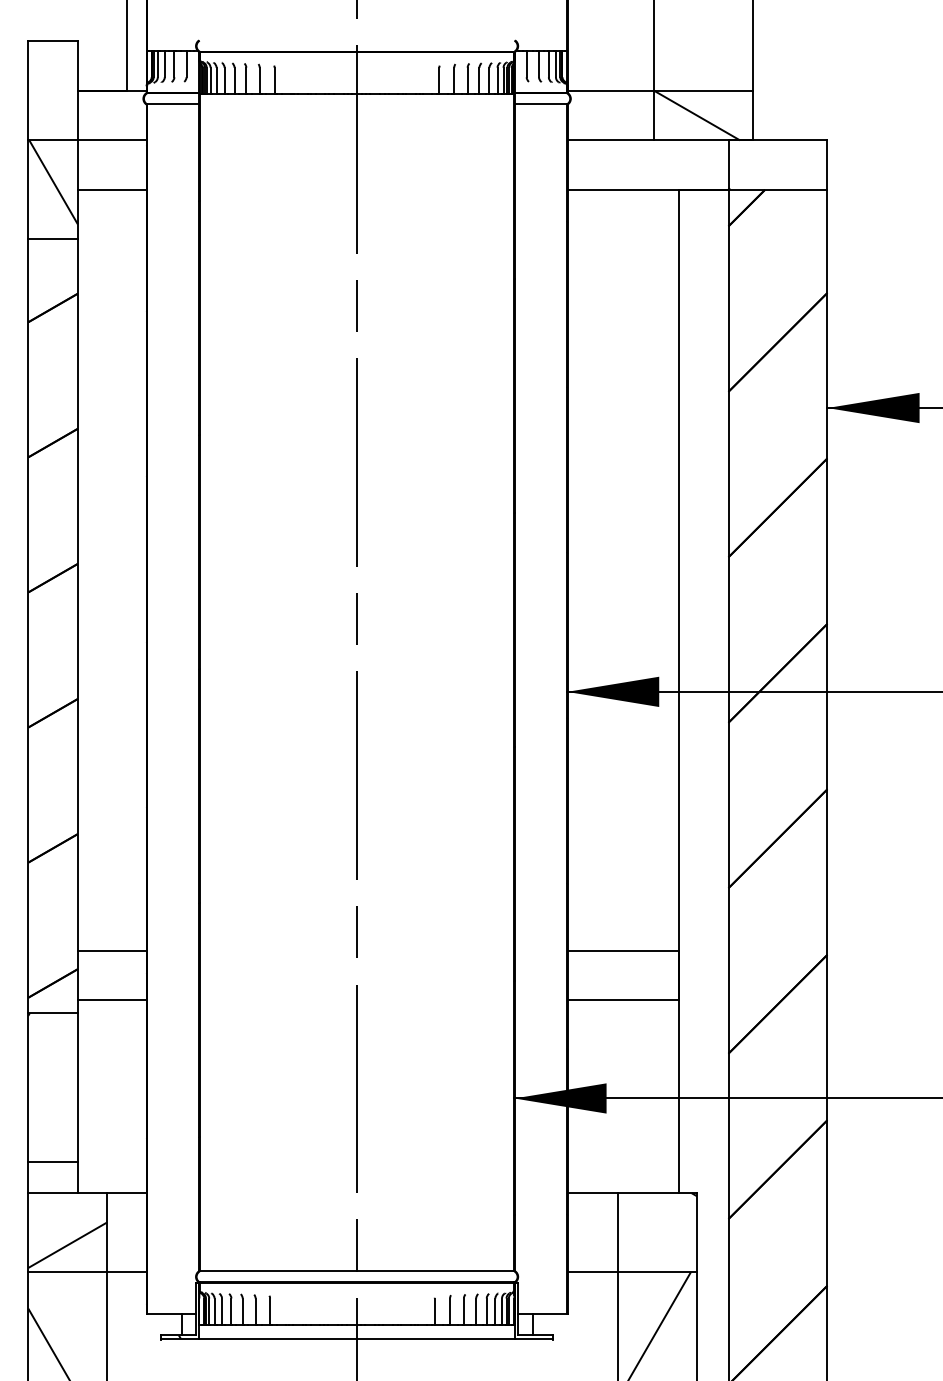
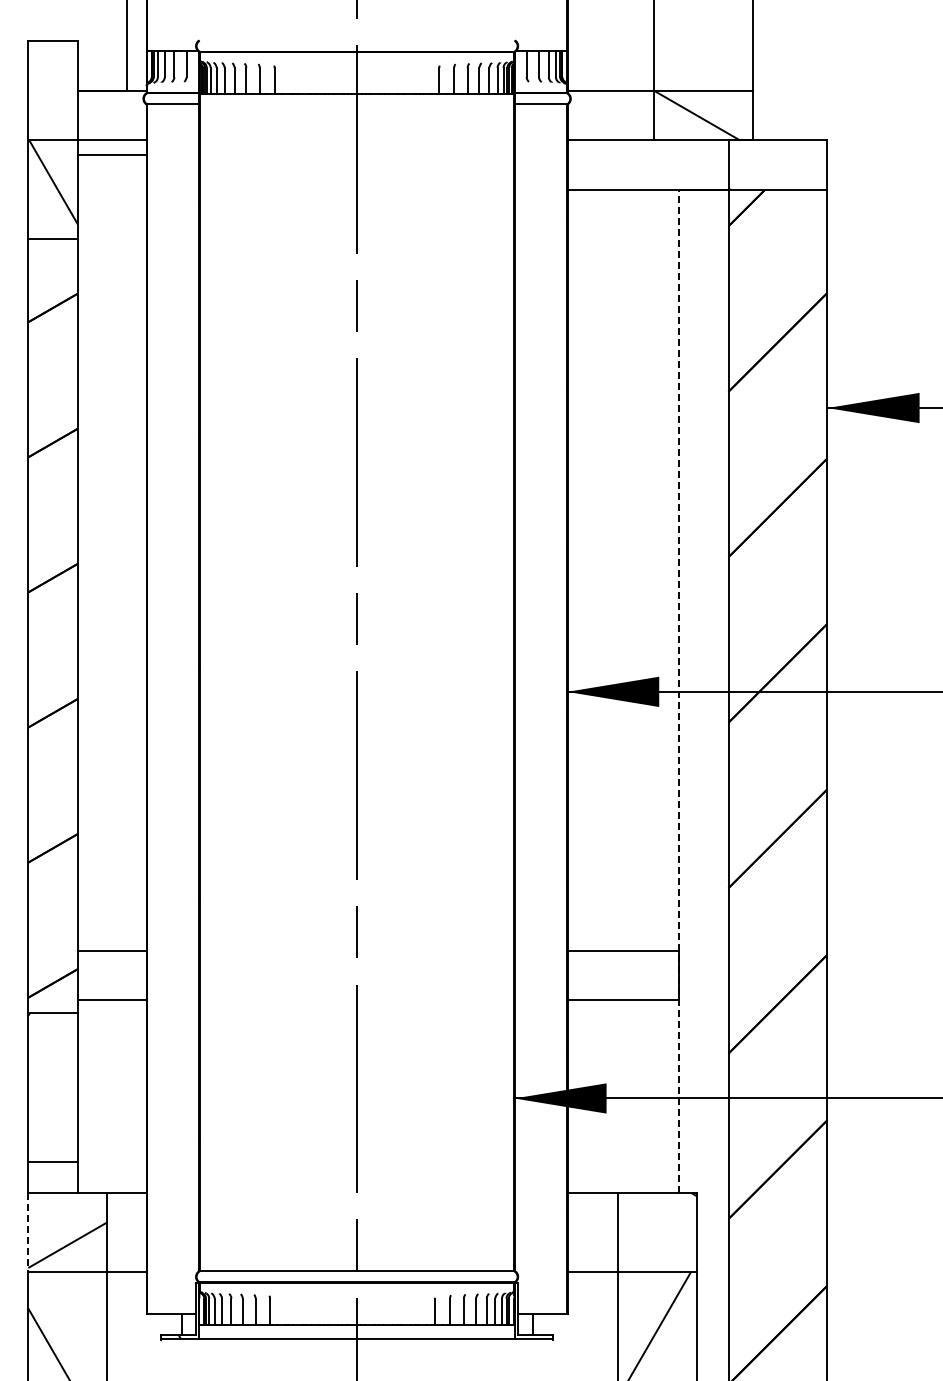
line at (111, 189) position: (111, 189) -> (111, 154)
line at (679, 691): solid -> dashed
line at (28, 1233): solid -> dashed
